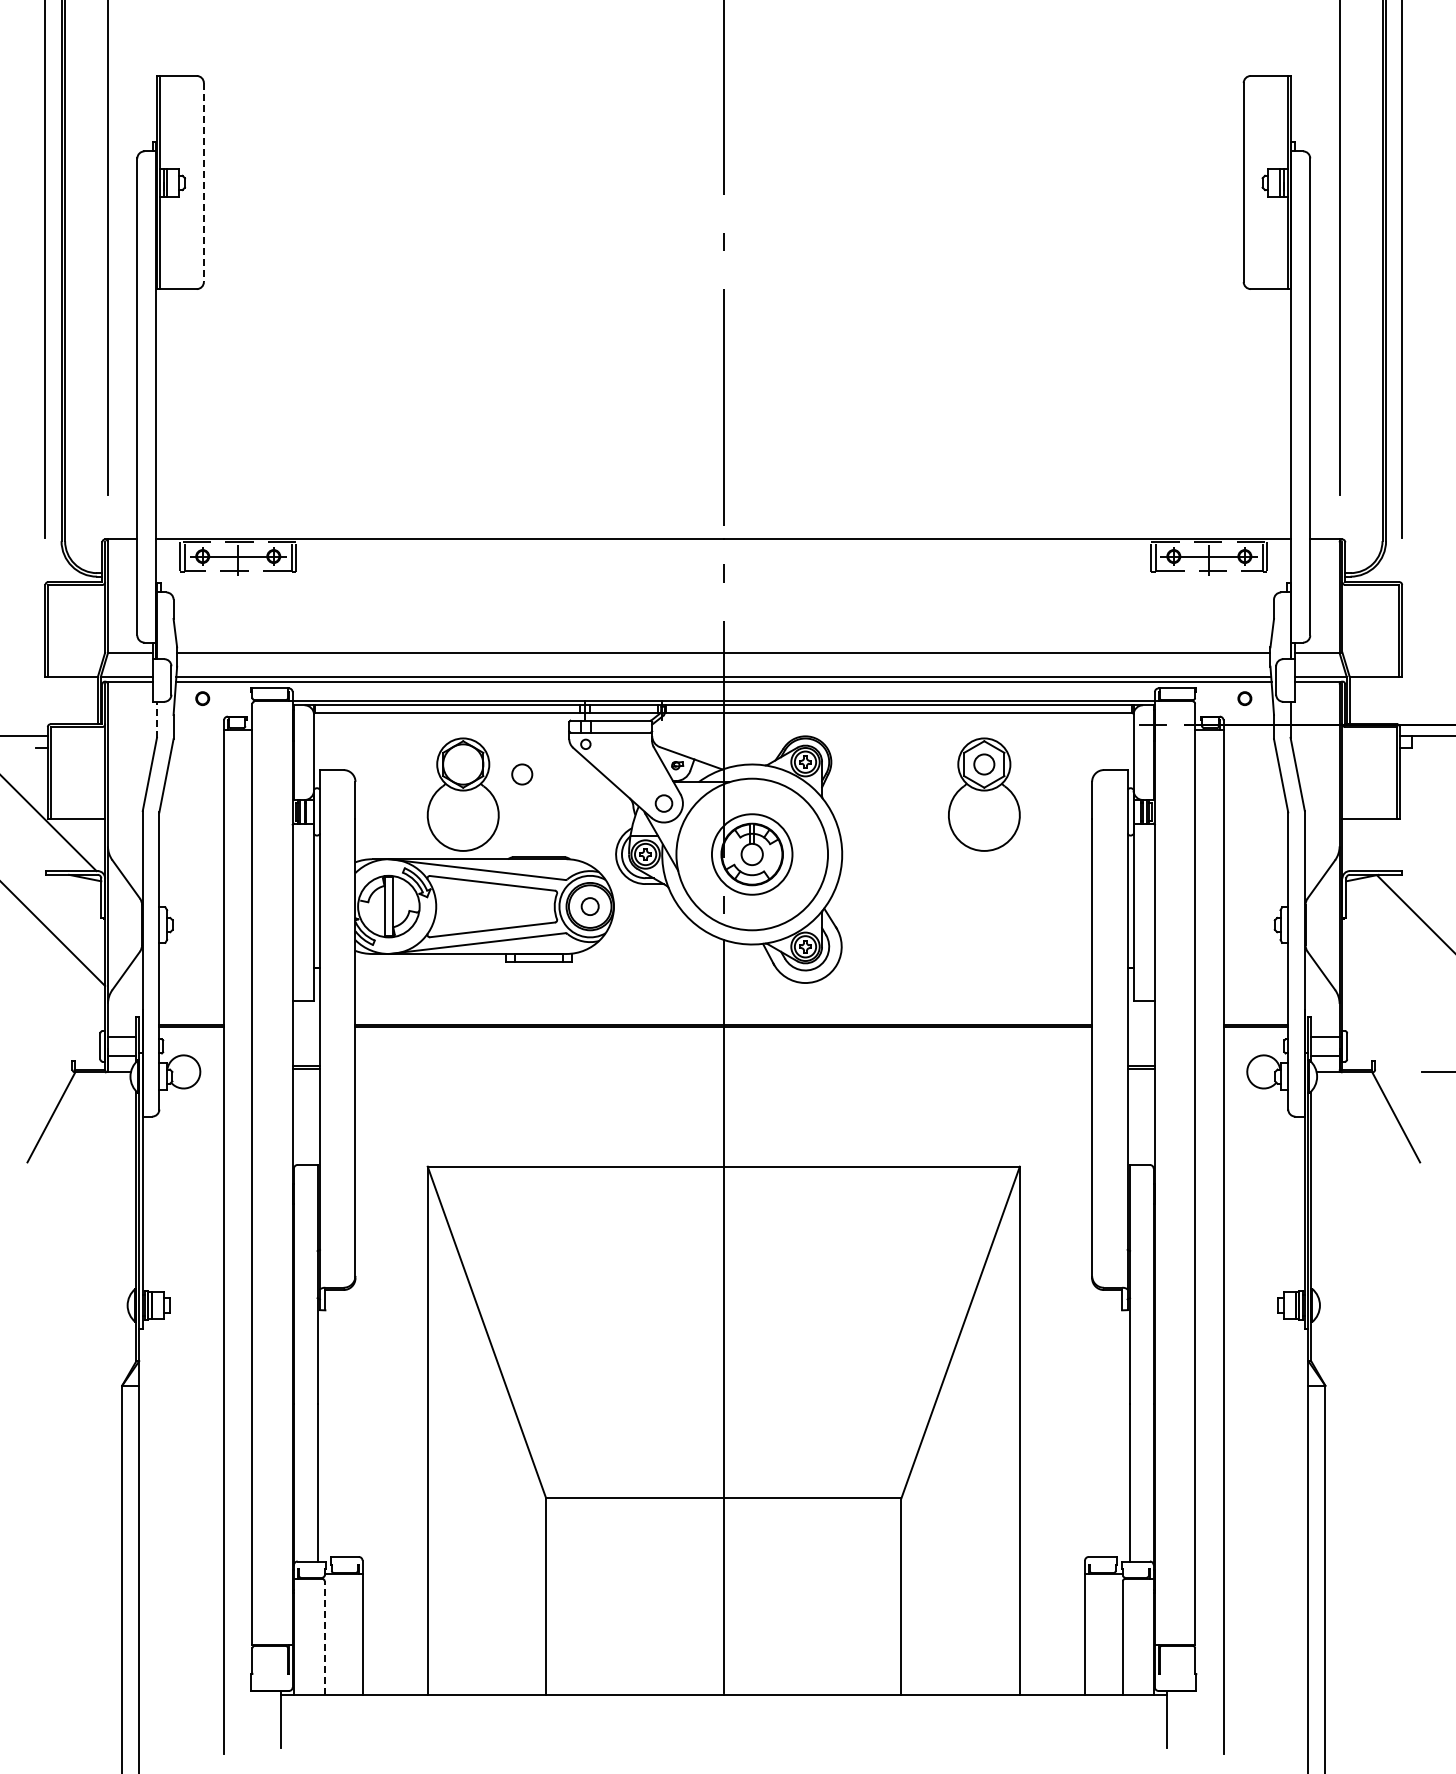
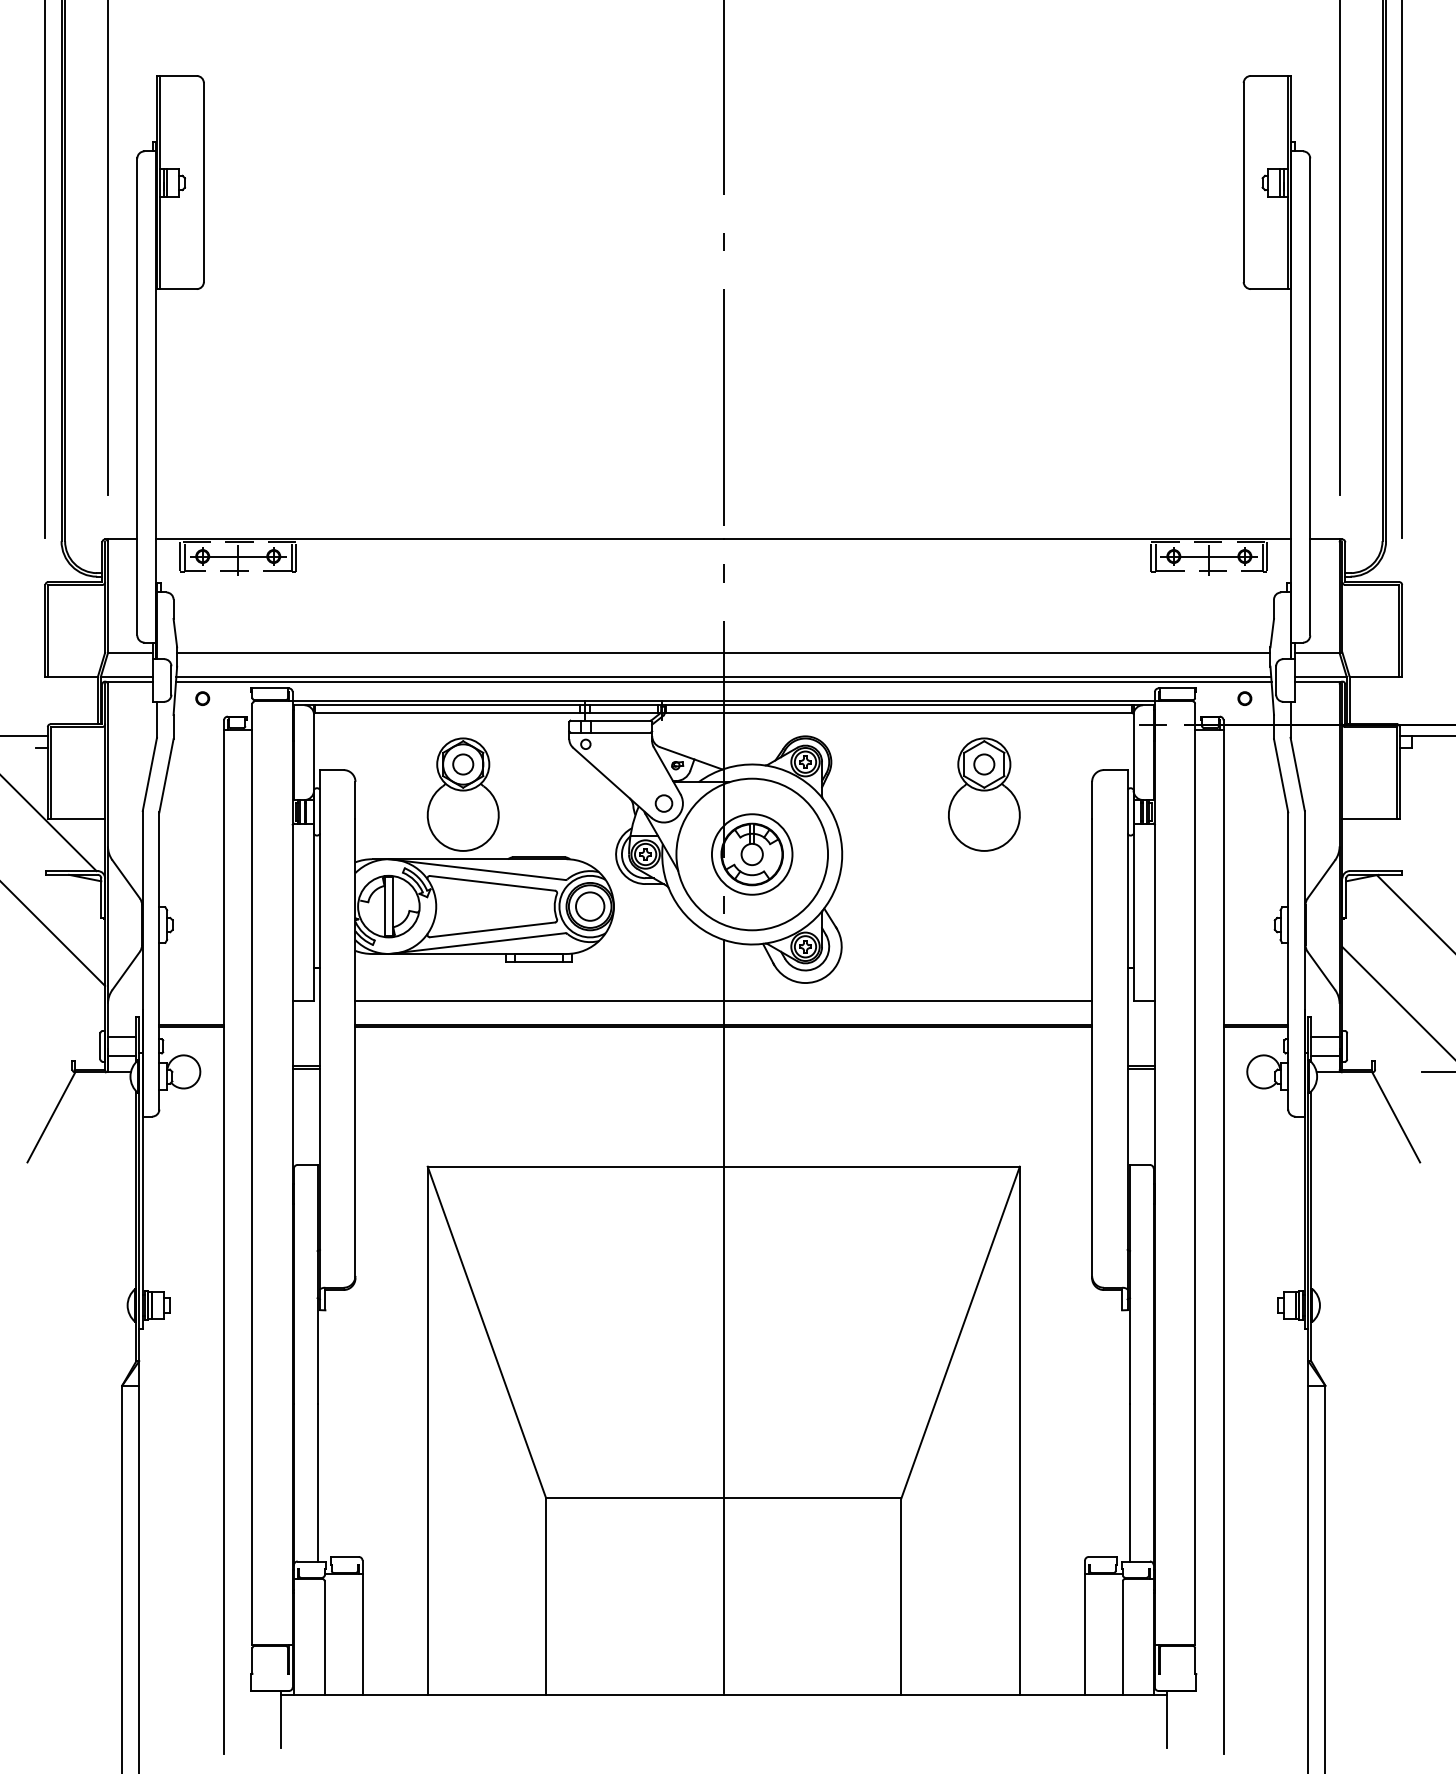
line at (203, 183): dashed -> solid
line at (157, 719): dashed -> solid
circle at (522, 774) position: (522, 774) -> (463, 764)
circle at (589, 906) diameter: 17 px -> 28 px
line at (723, 1001): none -> present
line at (1397, 1002): none -> present
line at (324, 1637): dashed -> solid
